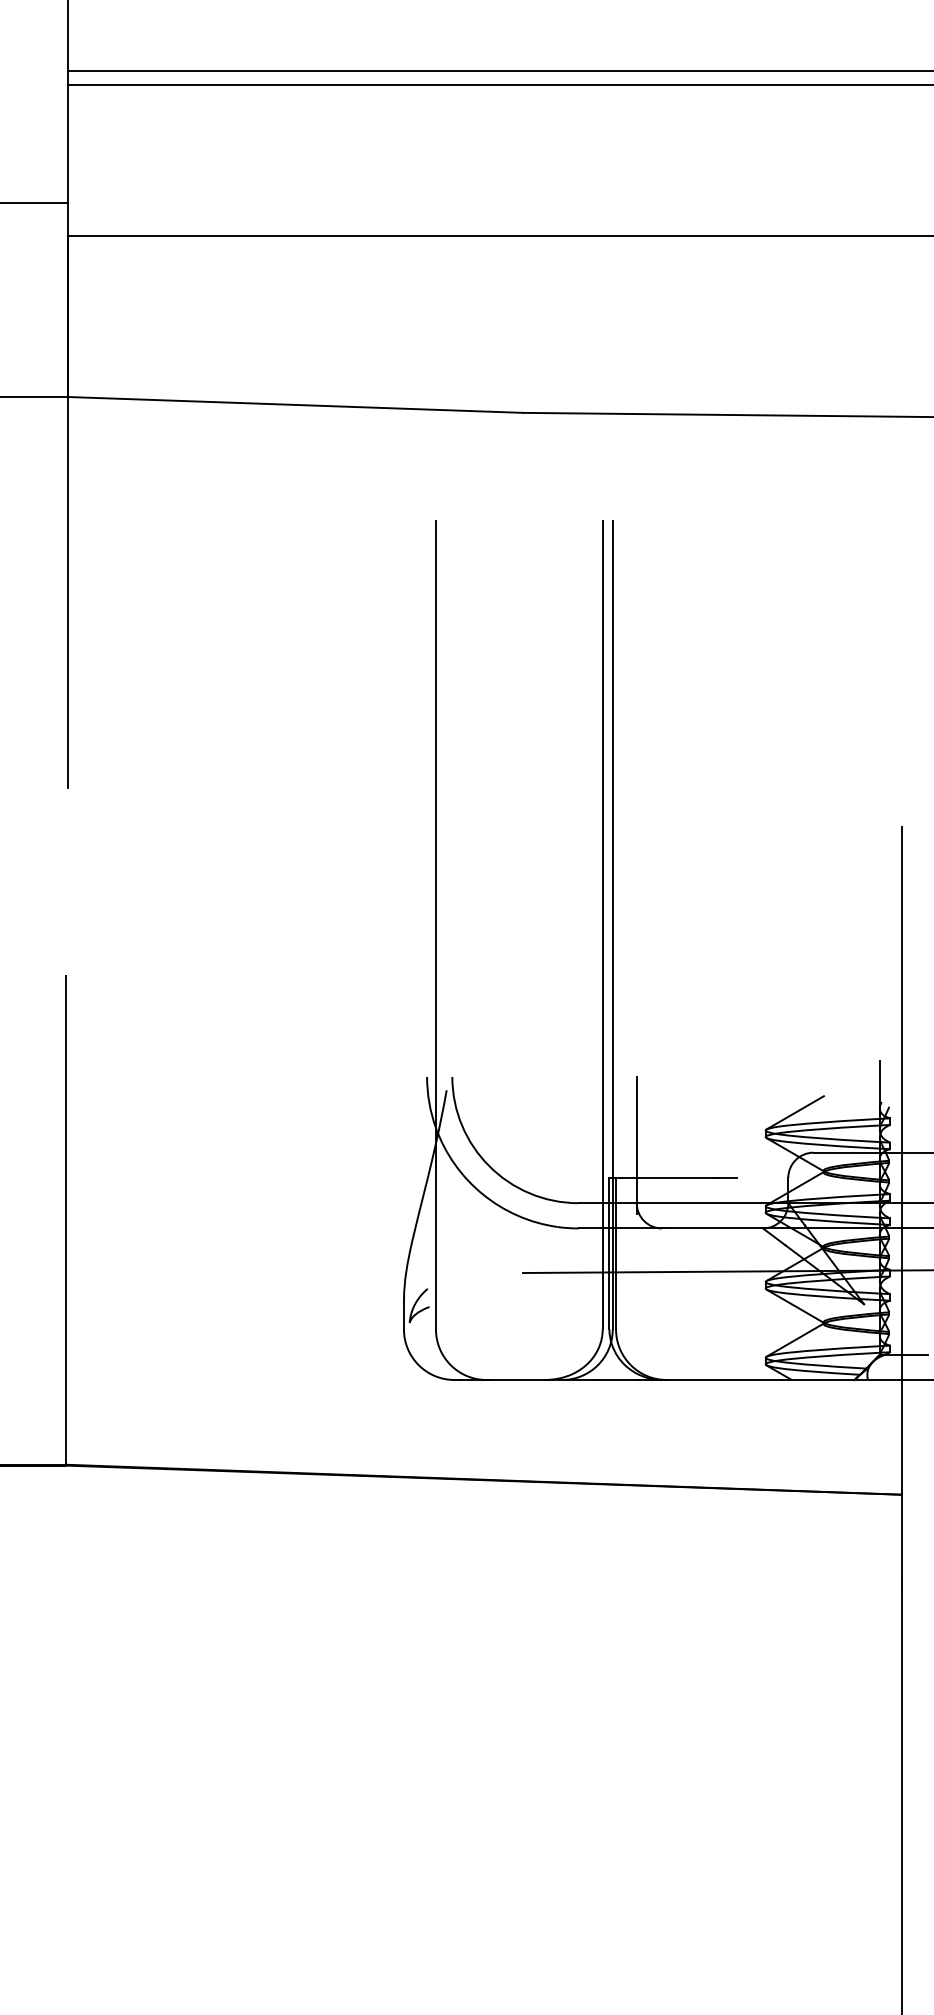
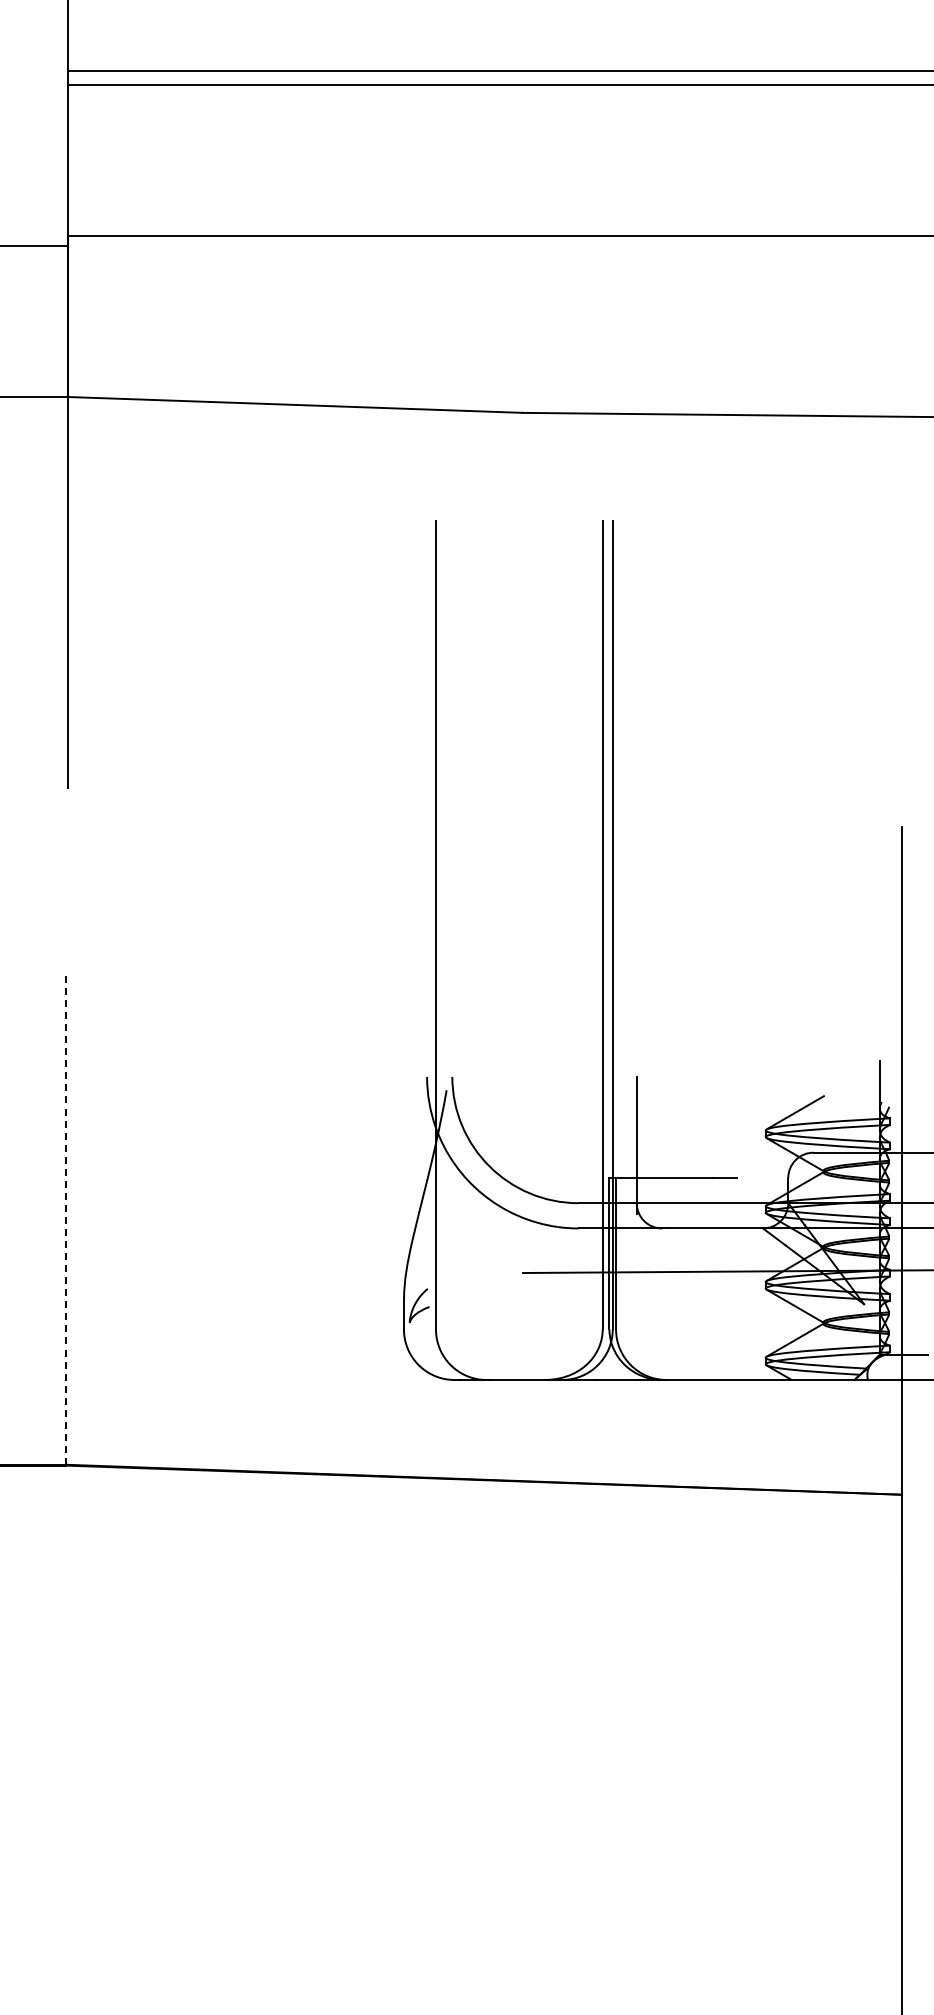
line at (35, 203) position: (35, 203) -> (35, 246)
line at (65, 1220): solid -> dashed
